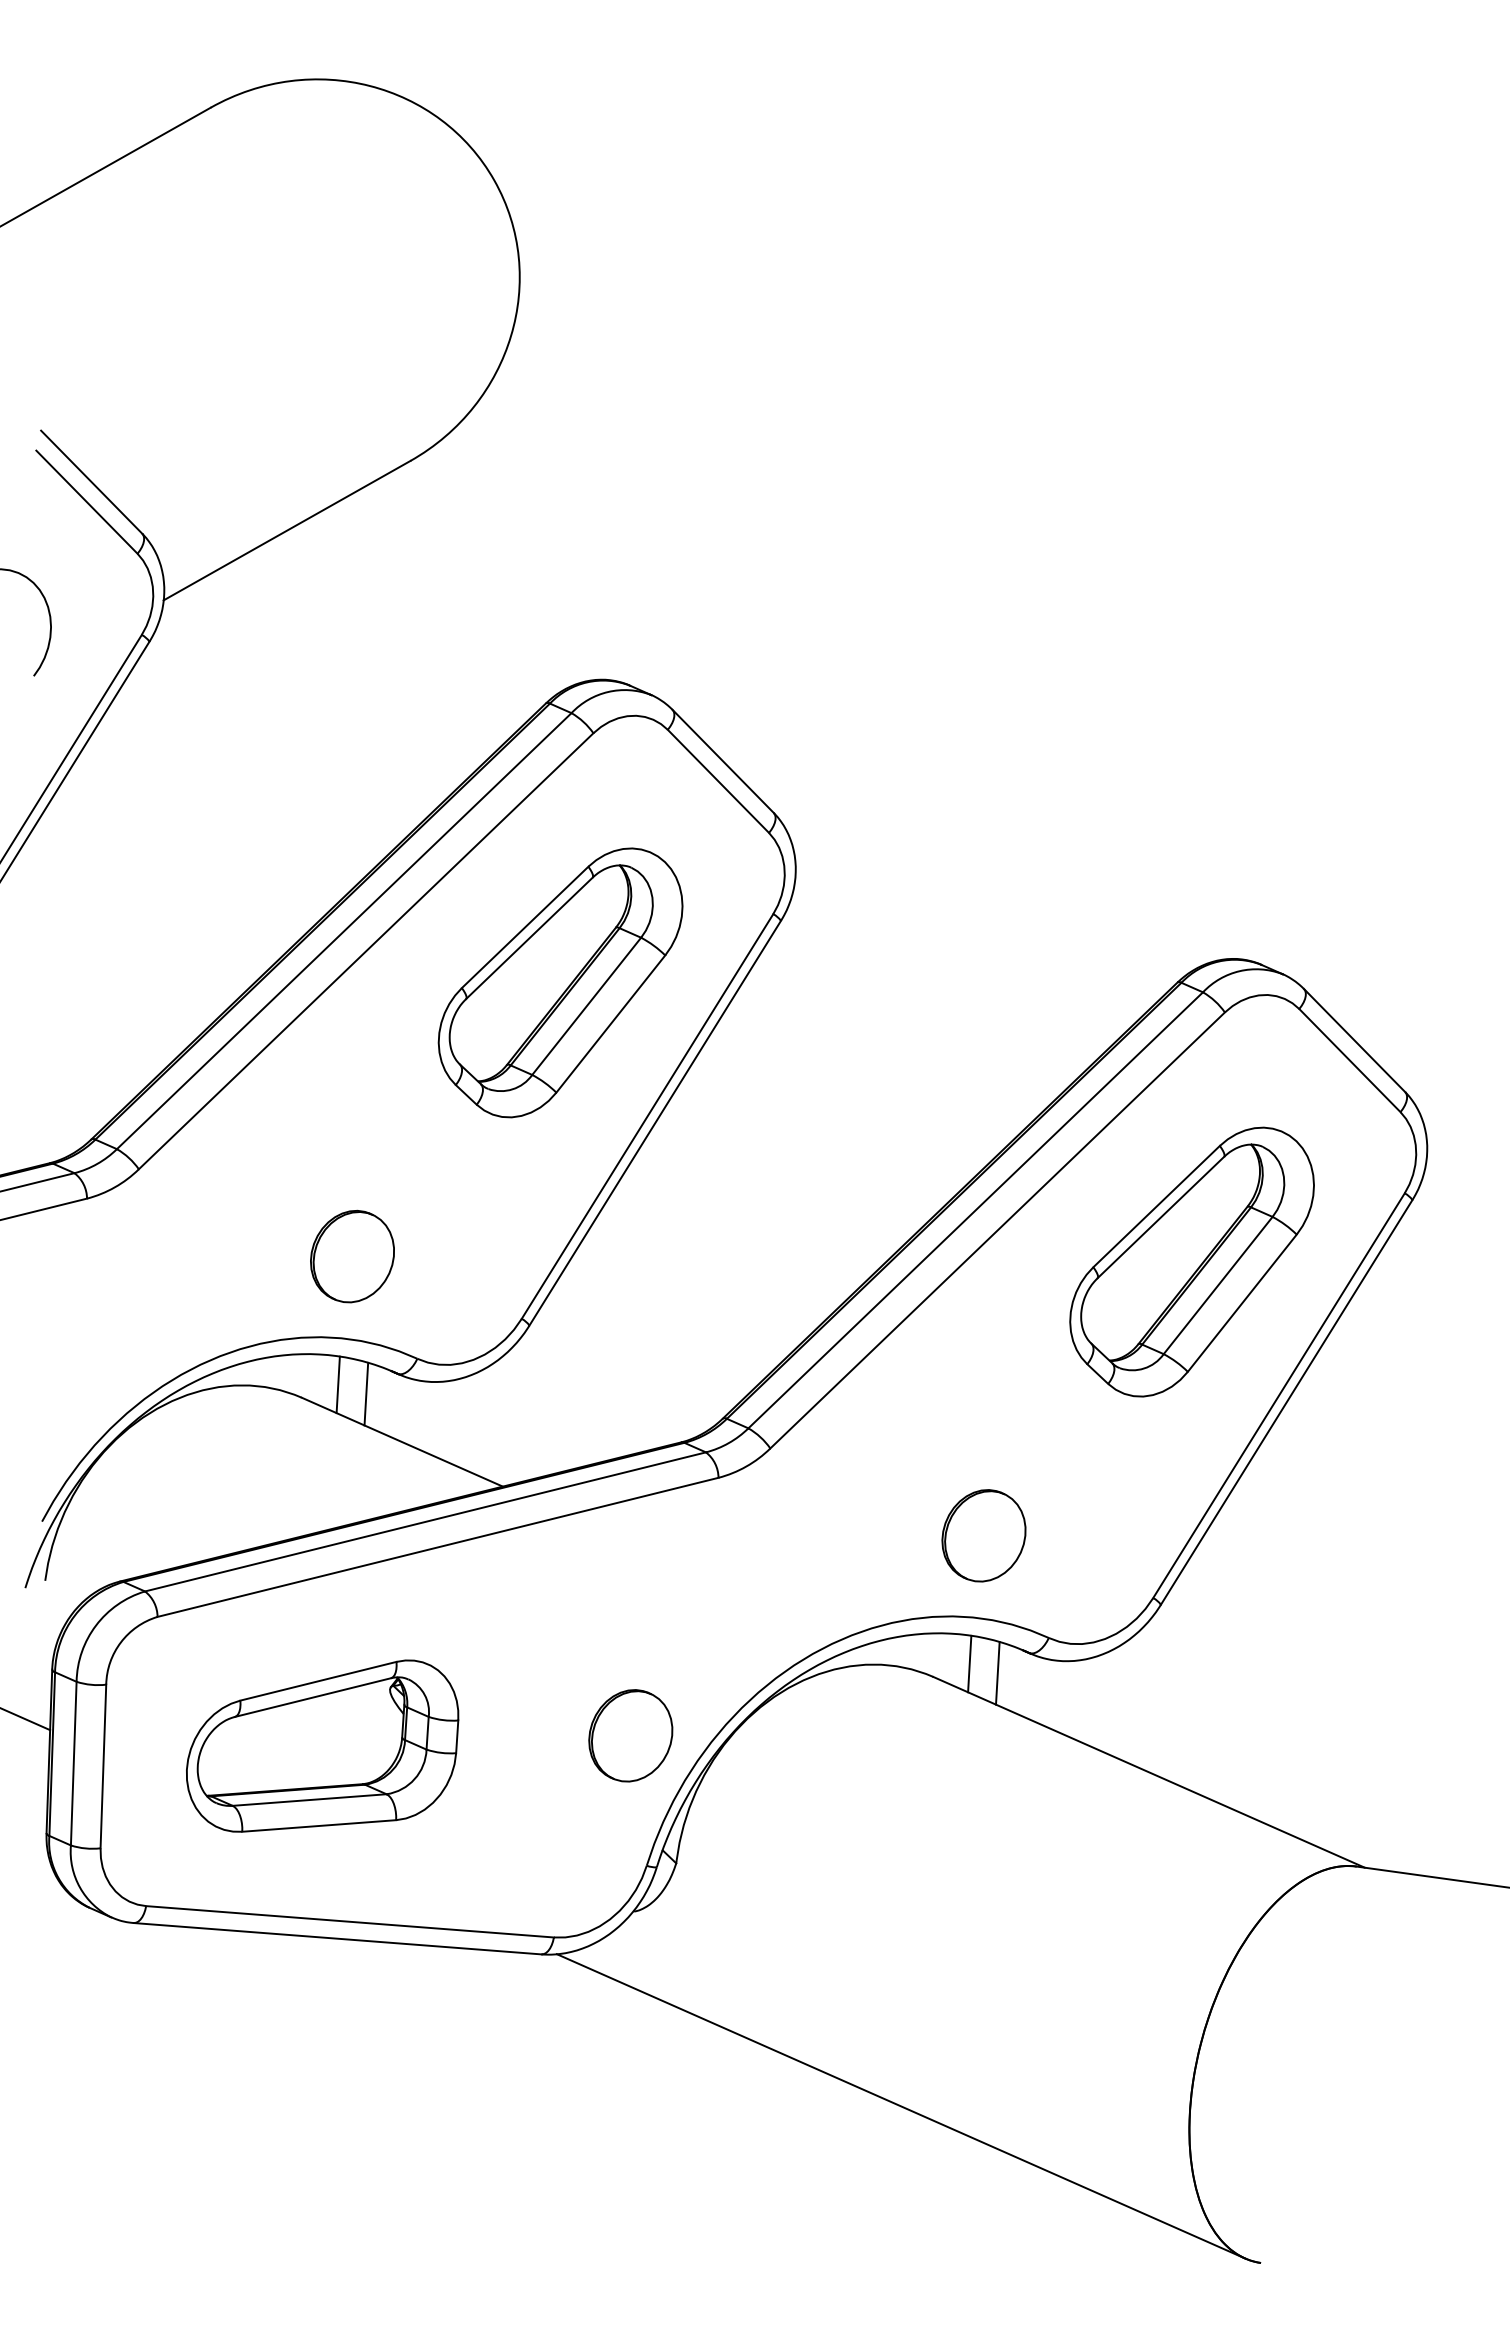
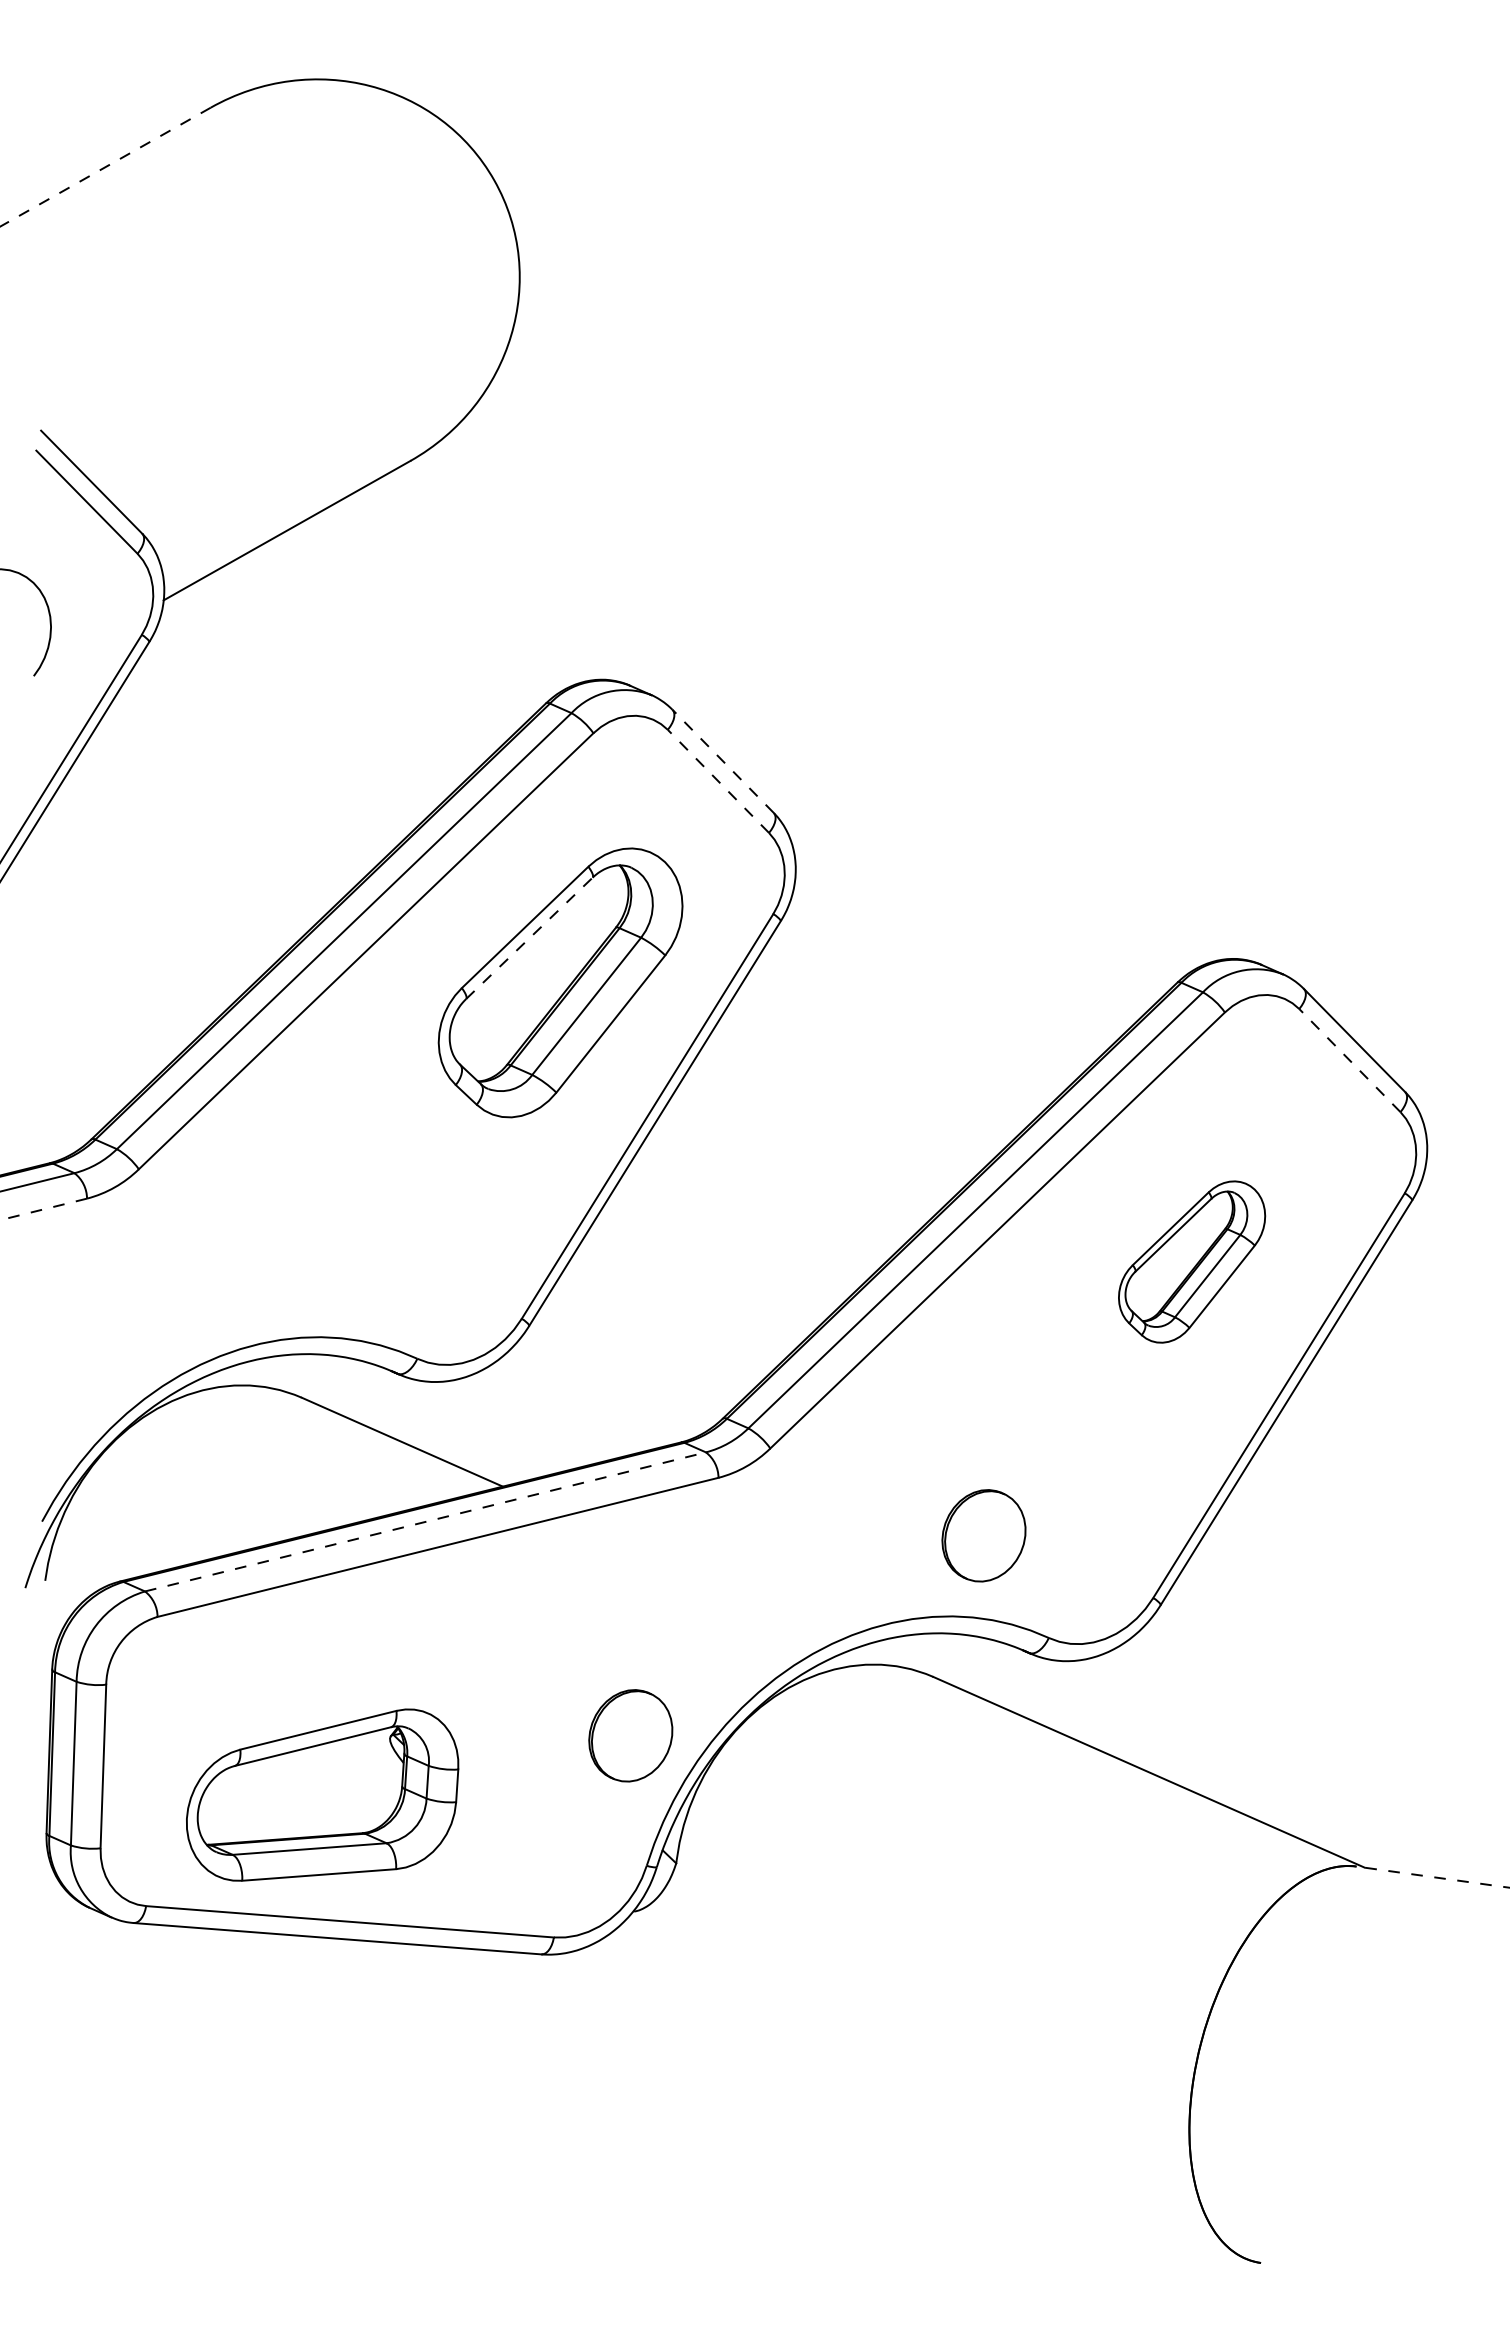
line at (105, 167): solid -> dashed
line at (722, 761): solid -> dashed
line at (718, 781): solid -> dashed
line at (529, 938): solid -> dashed
line at (1349, 1060): solid -> dashed
line at (43, 1209): solid -> dashed
part at (352, 1256): present -> none
part at (1191, 1261) size: 246x272 px -> 149x164 px
line at (337, 1384): present -> none
line at (366, 1393): present -> none
line at (425, 1521): solid -> dashed
line at (969, 1663): present -> none
line at (997, 1673): present -> none
line at (26, 1719): present -> none
part at (322, 1745) position: (322, 1745) -> (322, 1794)
line at (1432, 1877): solid -> dashed
line at (900, 2106): present -> none
